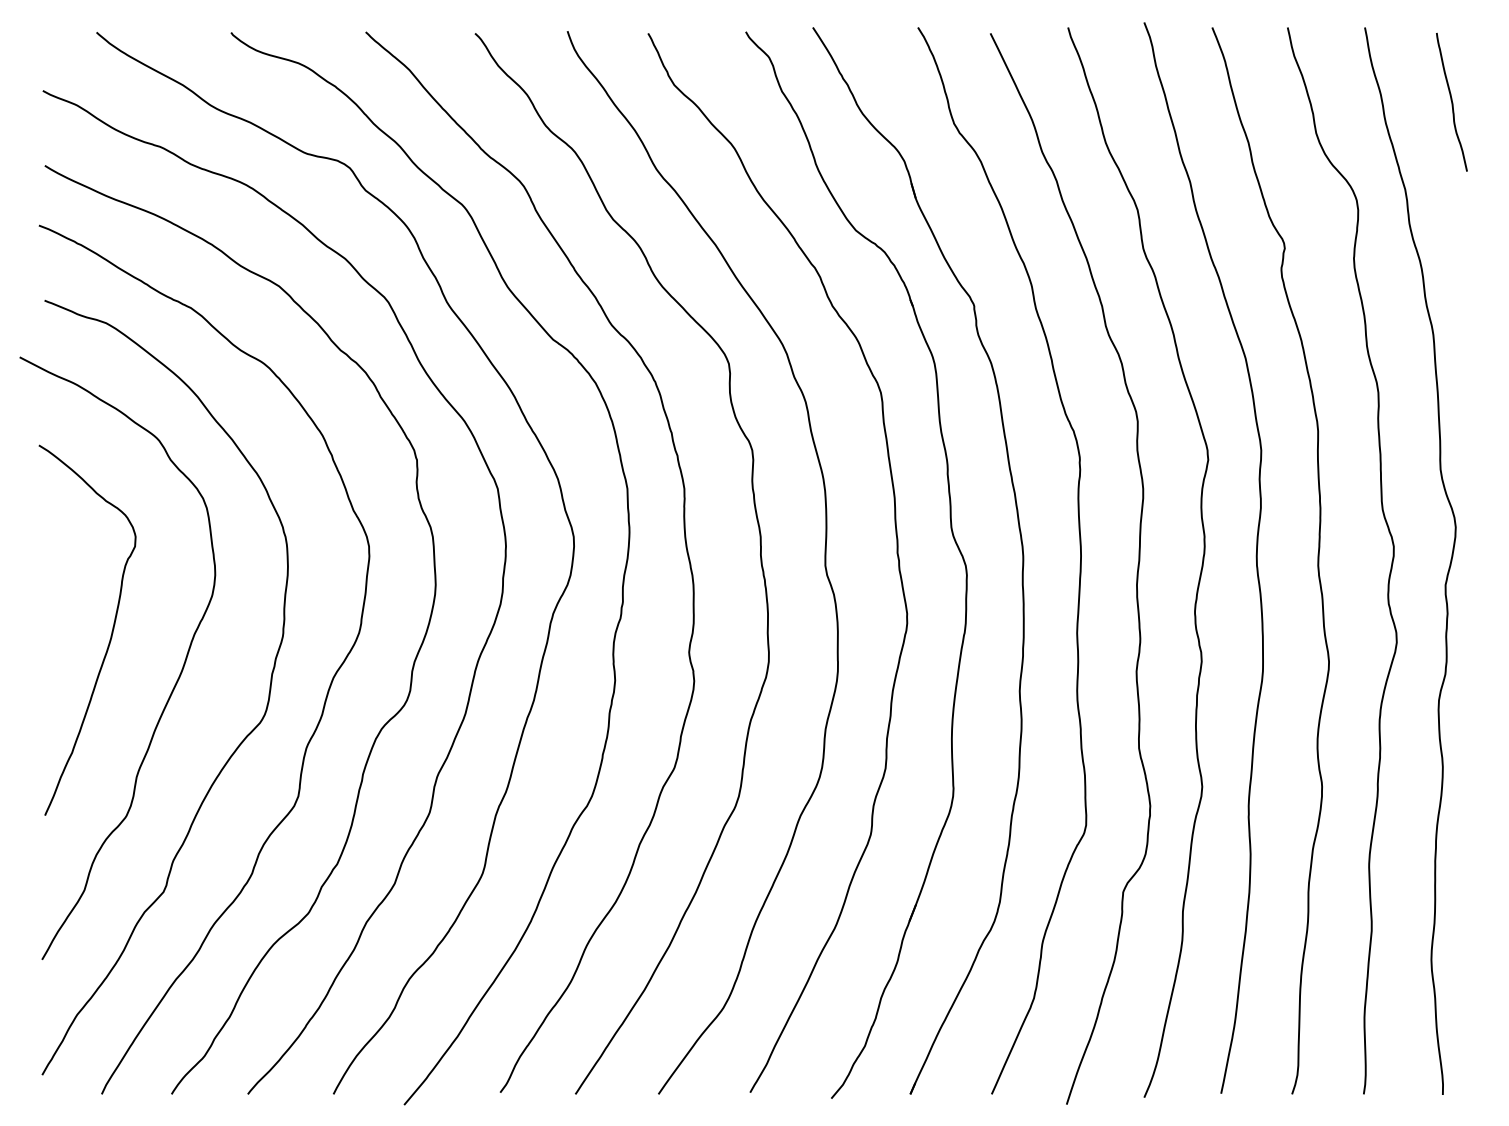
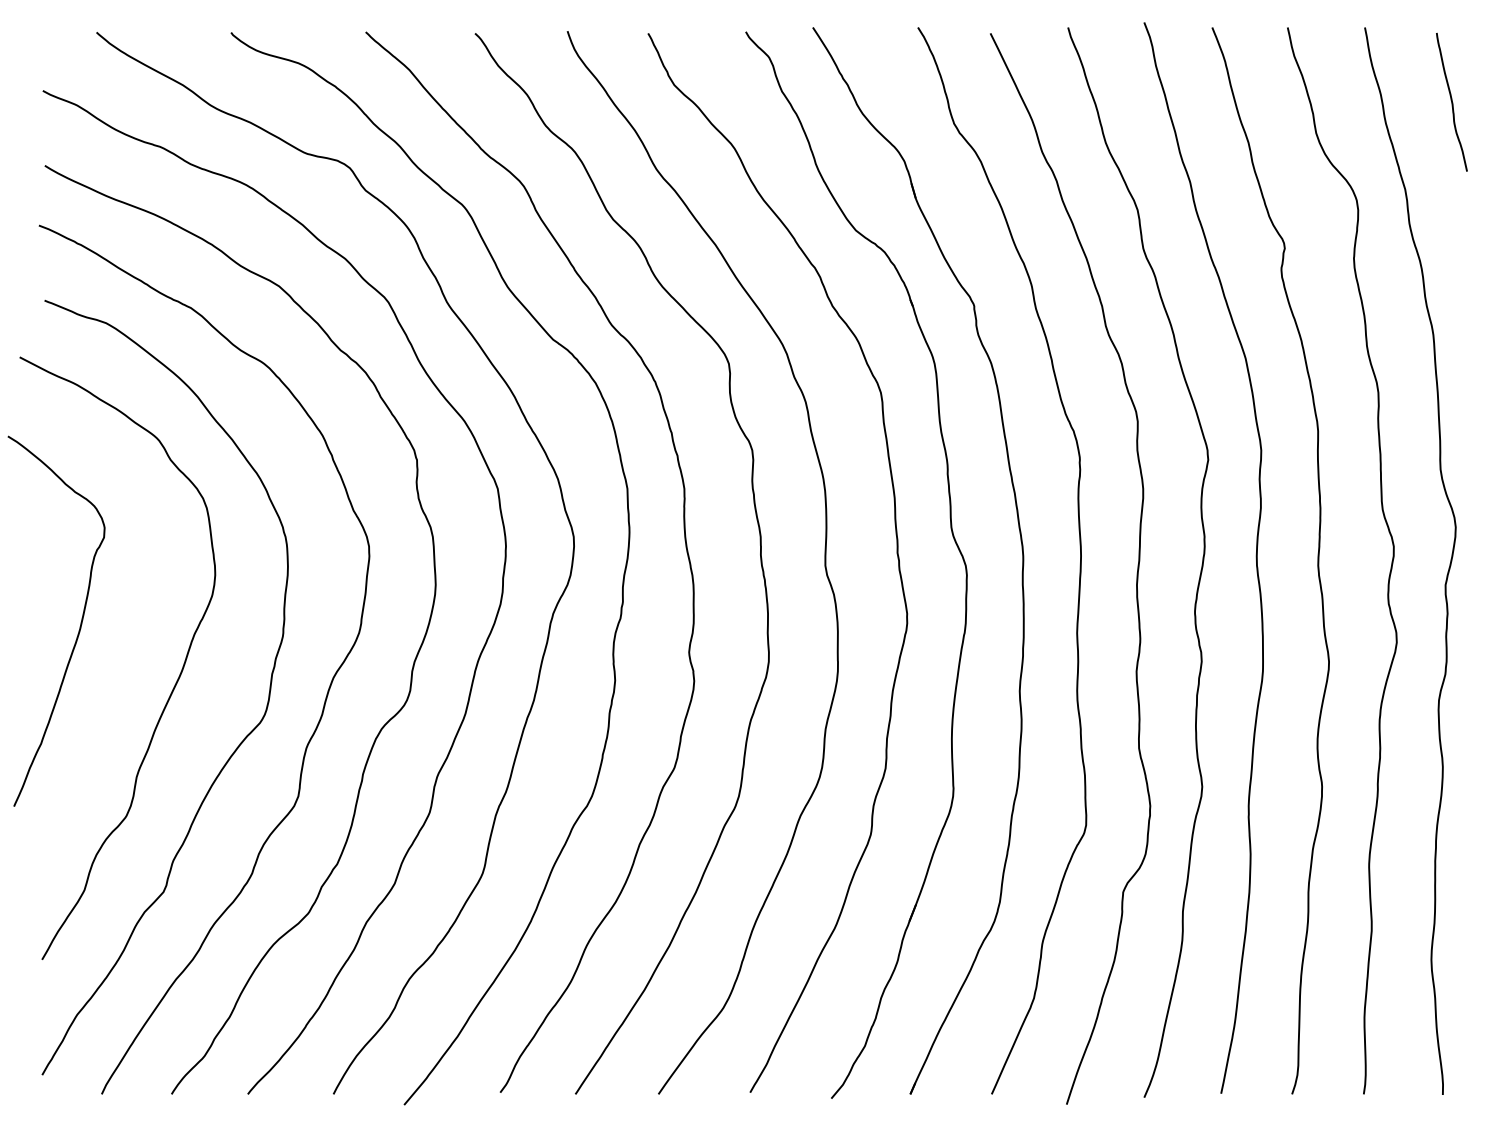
curve at (110, 635) position: (110, 635) -> (79, 626)
